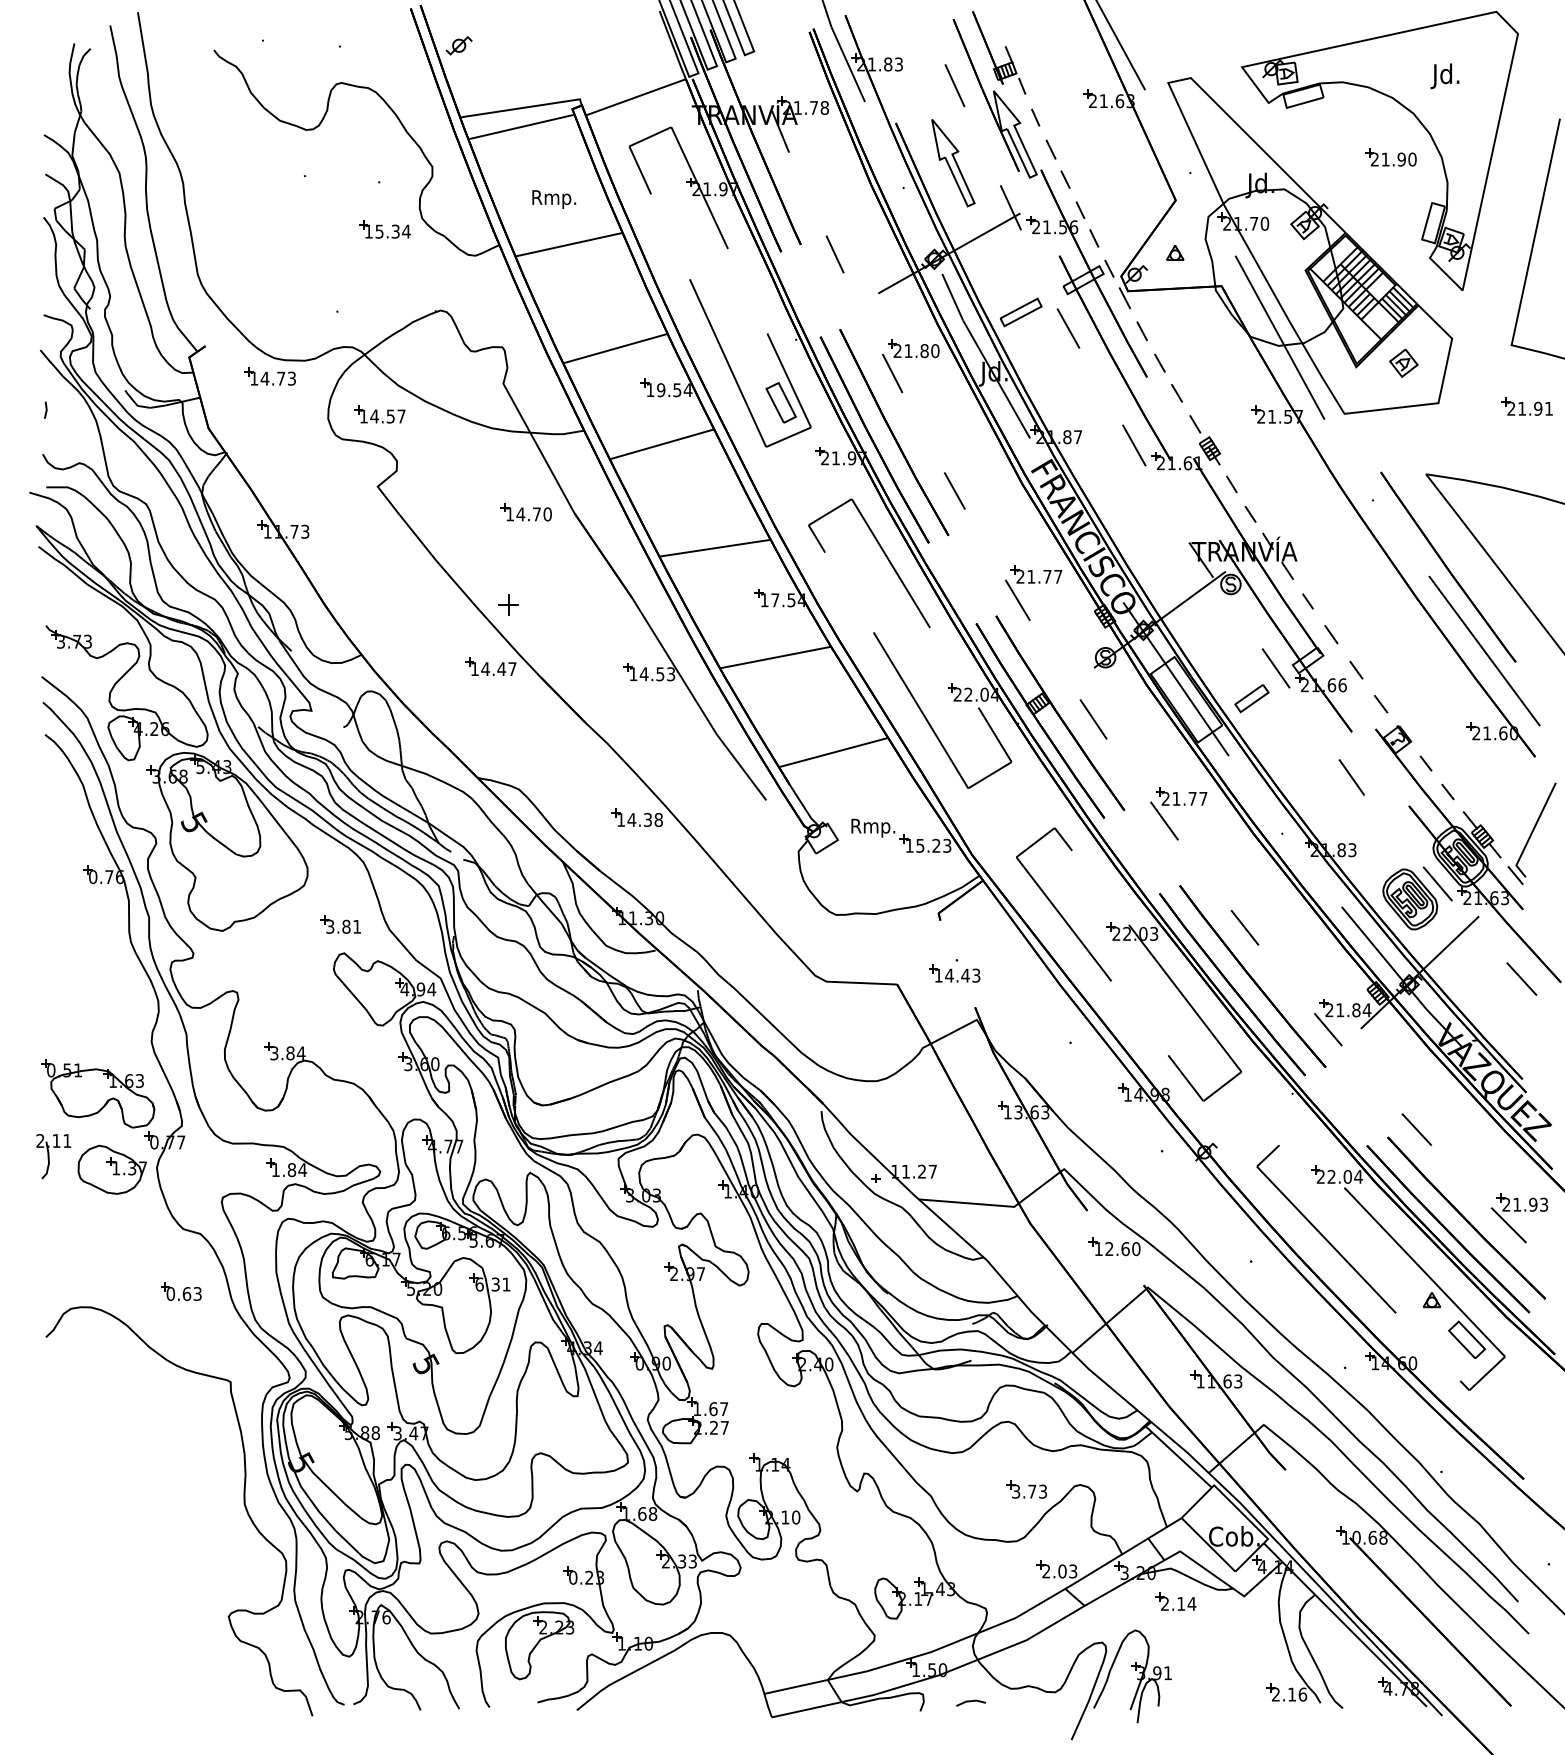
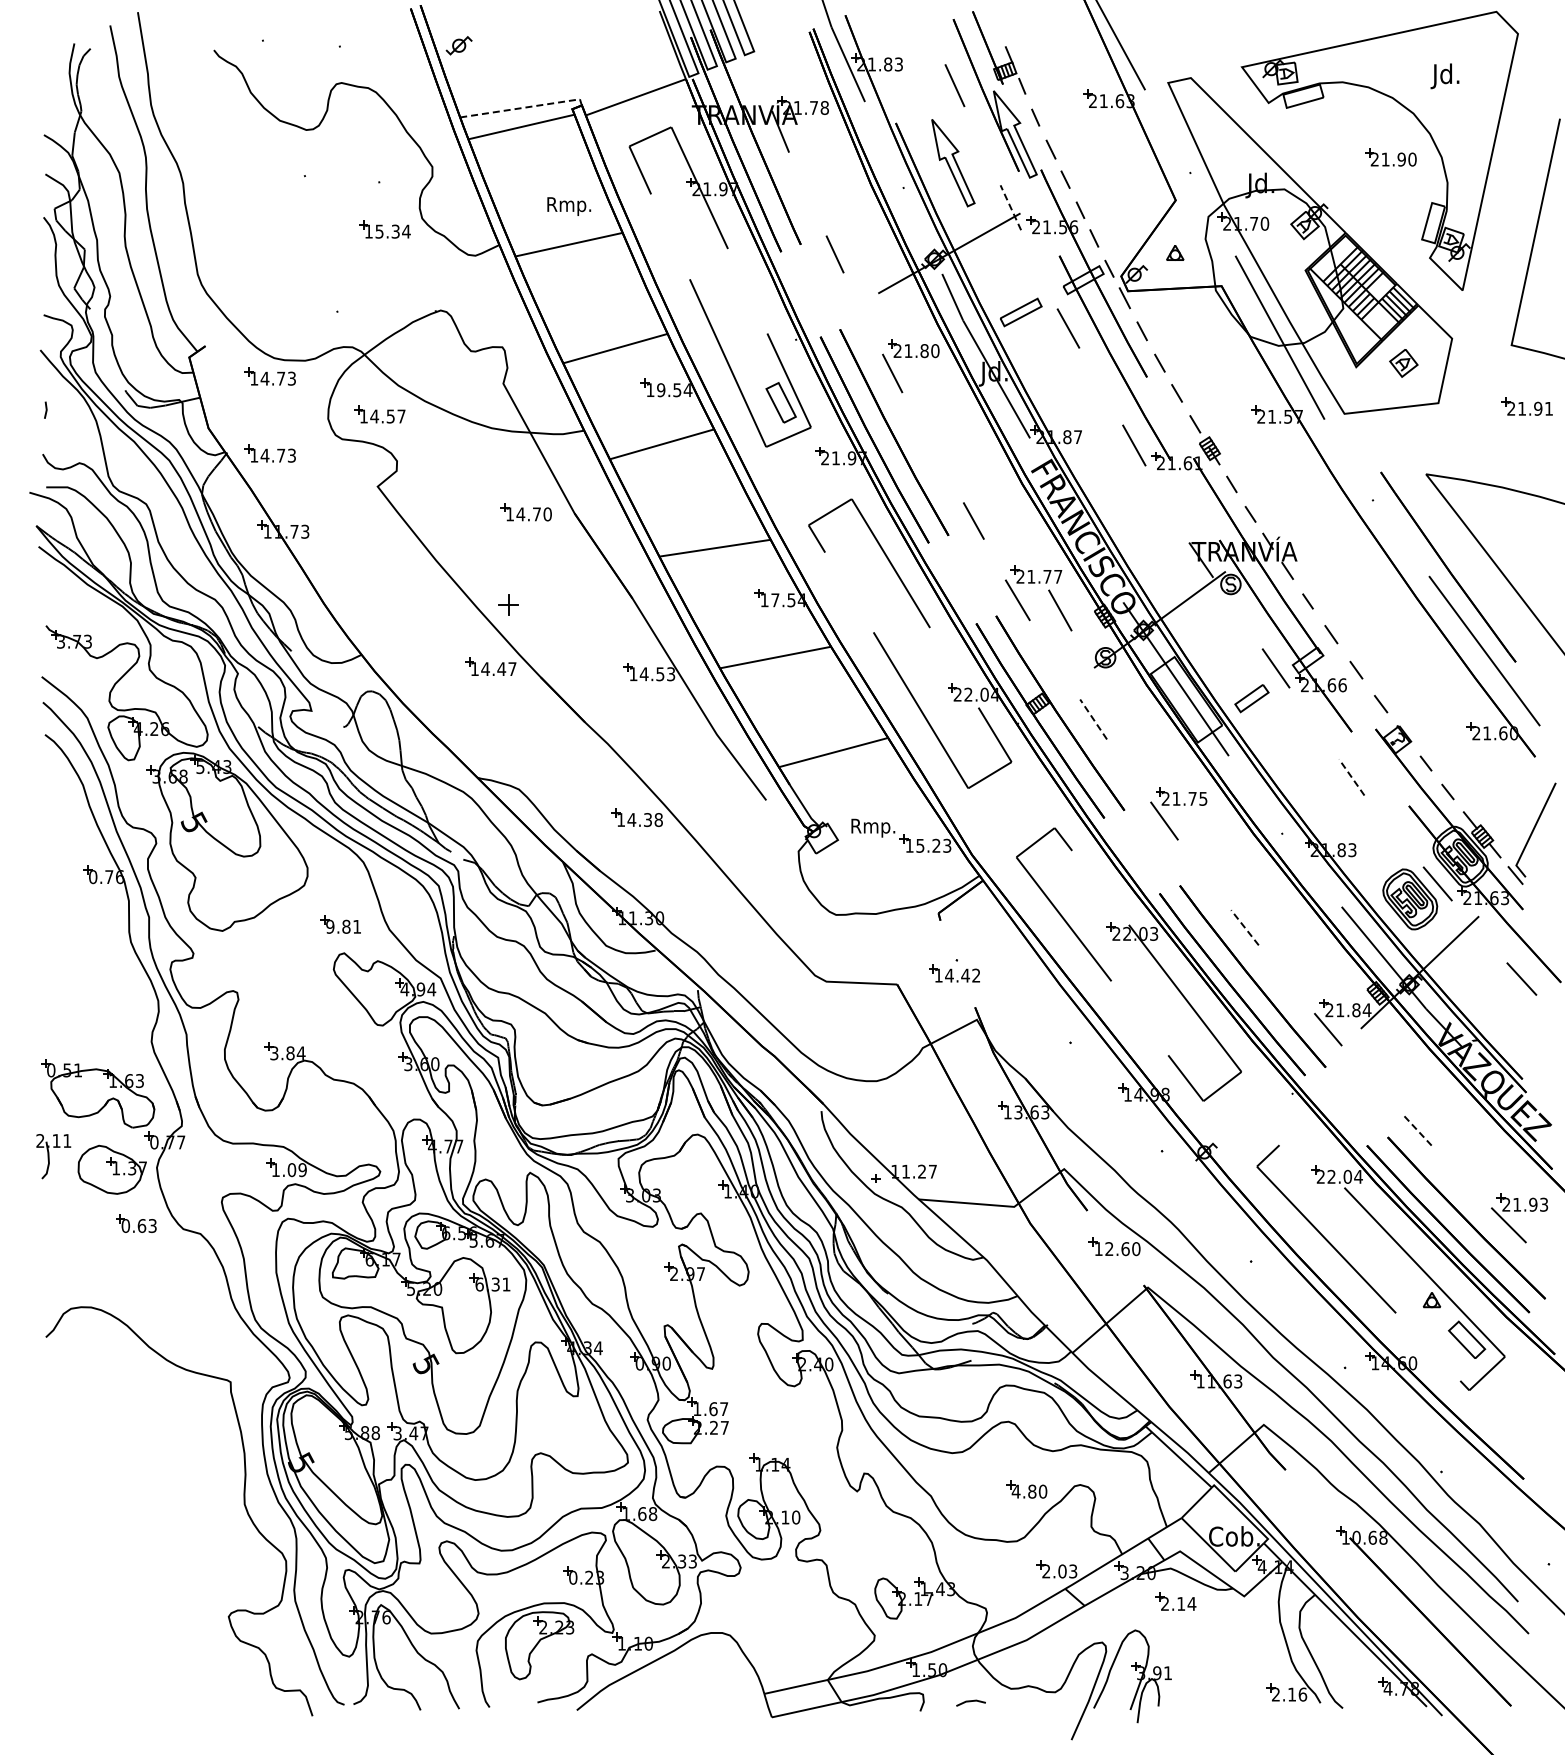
line at (524, 107): solid -> dashed
text at (554, 199) position: (554, 199) -> (569, 206)
line at (1010, 207): solid -> dashed
part at (269, 453): none -> present
line at (954, 490) position: (954, 490) -> (973, 520)
line at (1060, 610): none -> present
line at (1093, 719): solid -> dashed
line at (1351, 777): solid -> dashed
text at (1203, 798): 21.77 -> 21.75
text at (330, 926): 3.81 -> 9.81
line at (1244, 927): solid -> dashed
text at (976, 975): 14.43 -> 14.42
line at (1416, 1129): solid -> dashed
text at (297, 1170): 1.84 -> 1.09
part at (181, 1291) position: (181, 1291) -> (136, 1223)
text at (1029, 1491): 3.73 -> 4.80
